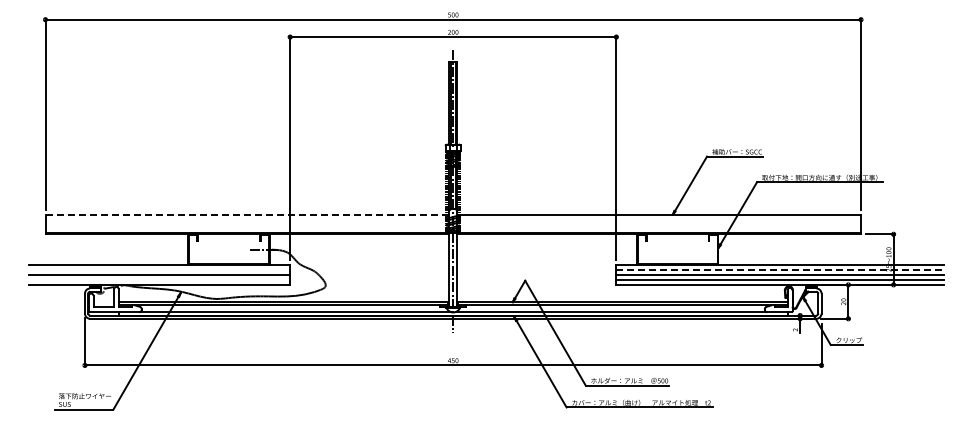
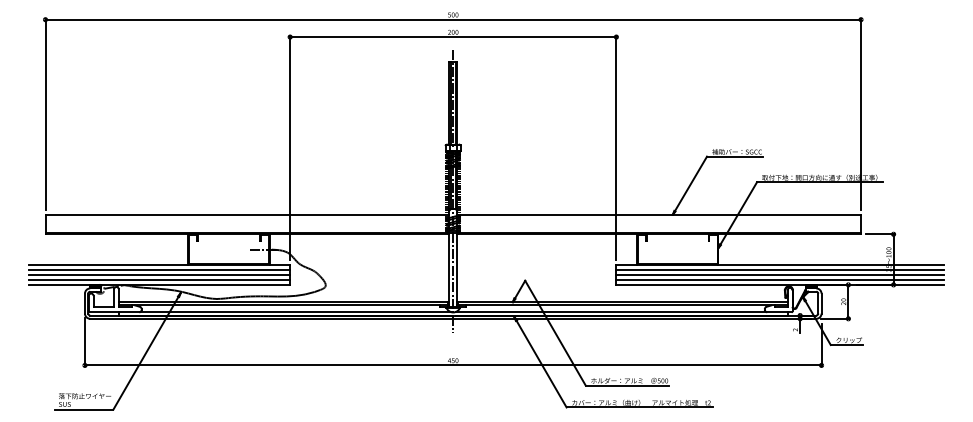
line at (247, 214): dashed -> solid
line at (159, 270): none -> present
line at (780, 270): dashed -> solid
line at (159, 279): none -> present
